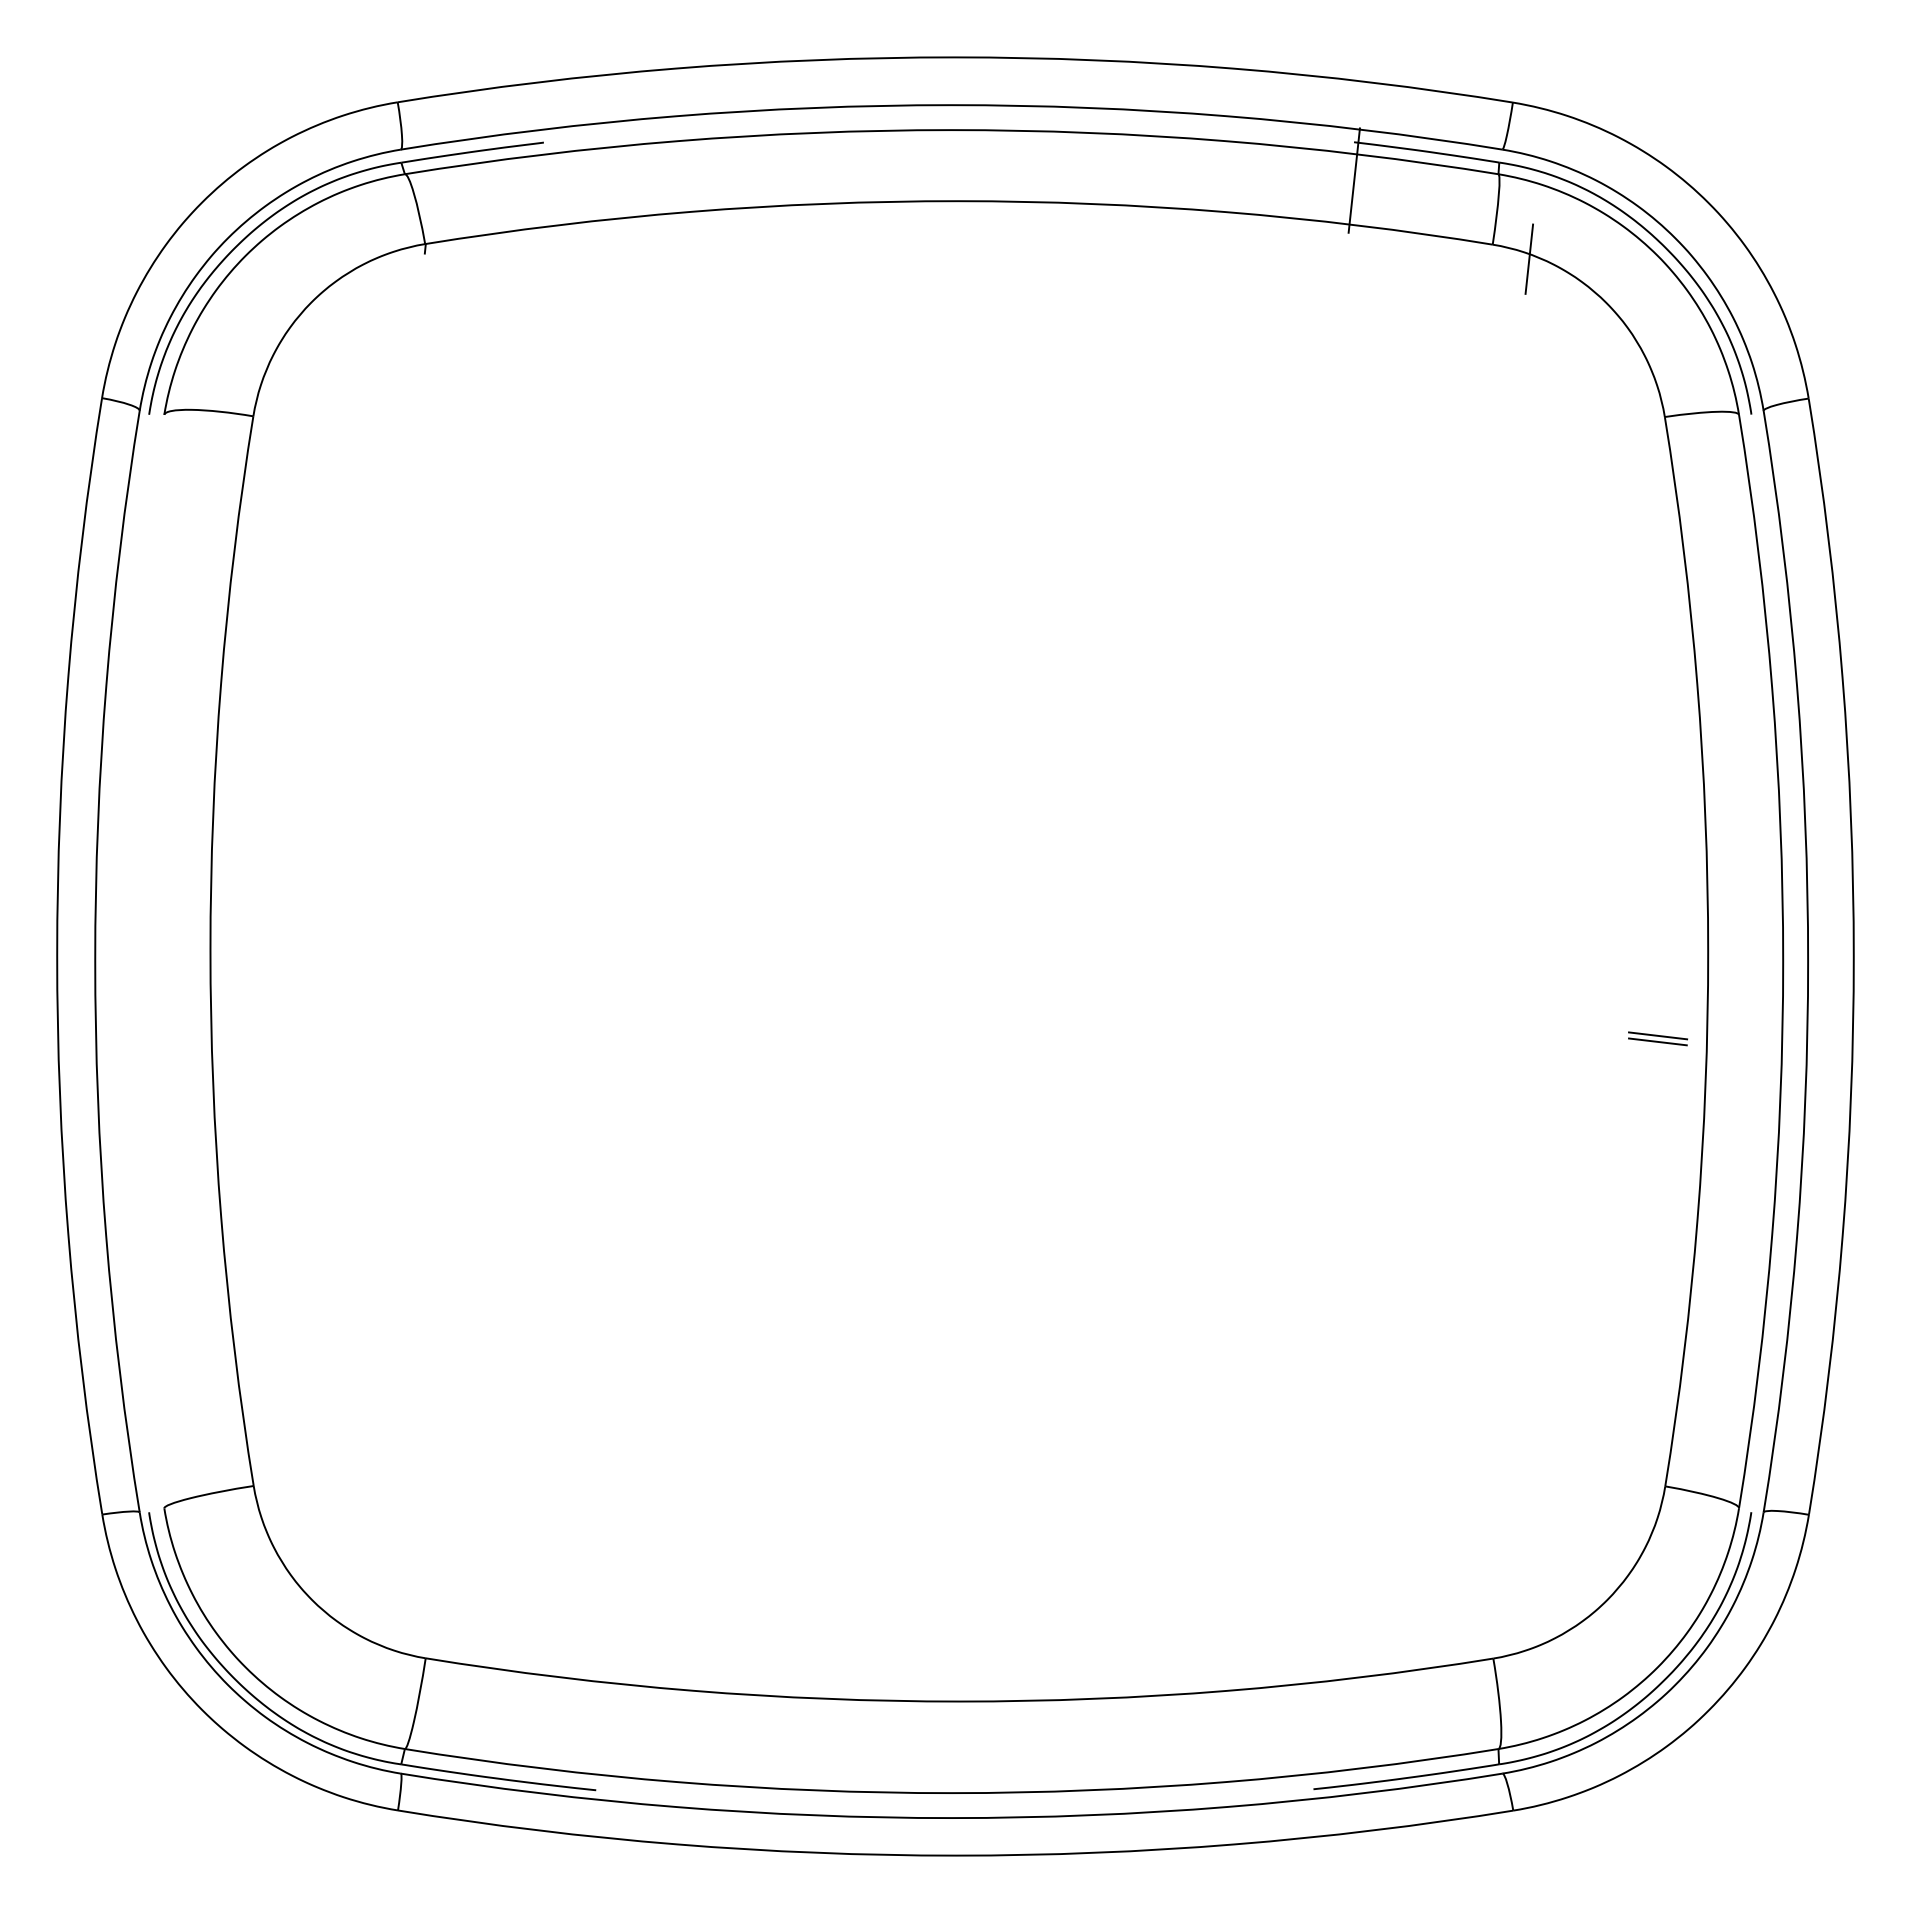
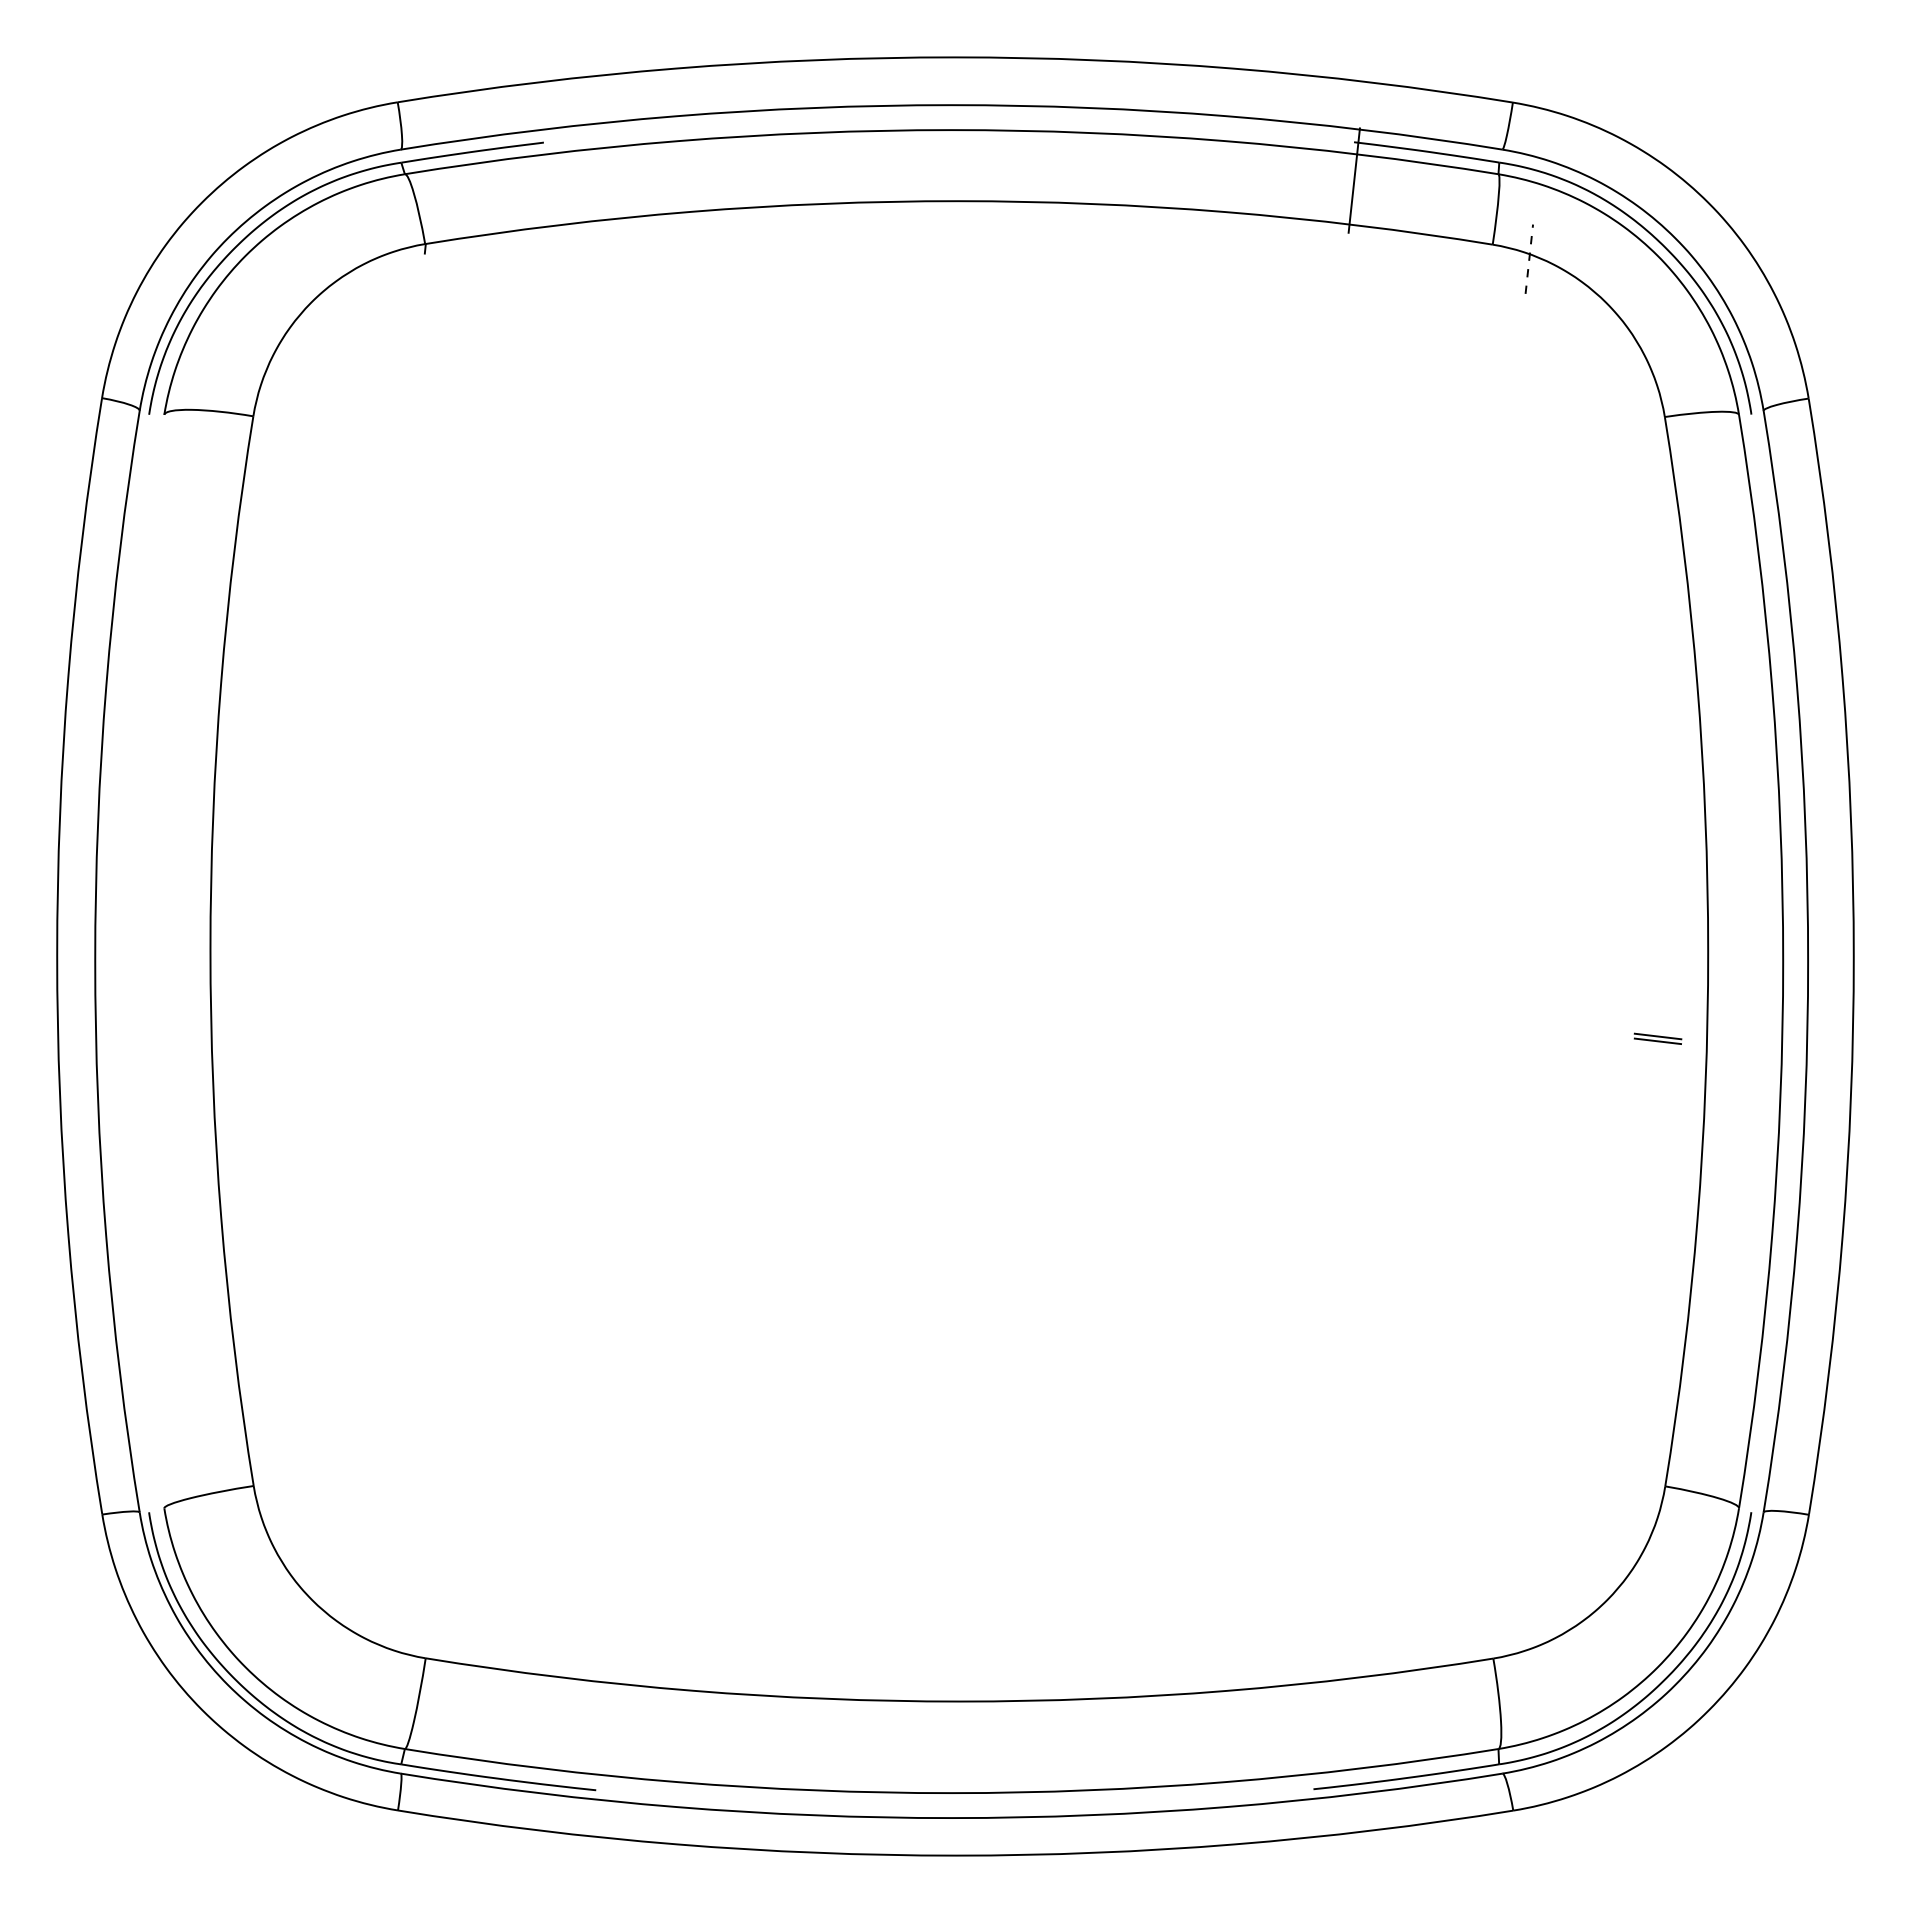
line at (1529, 259): solid -> dashed
part at (1657, 1038) size: 60x16 px -> 50x13 px
